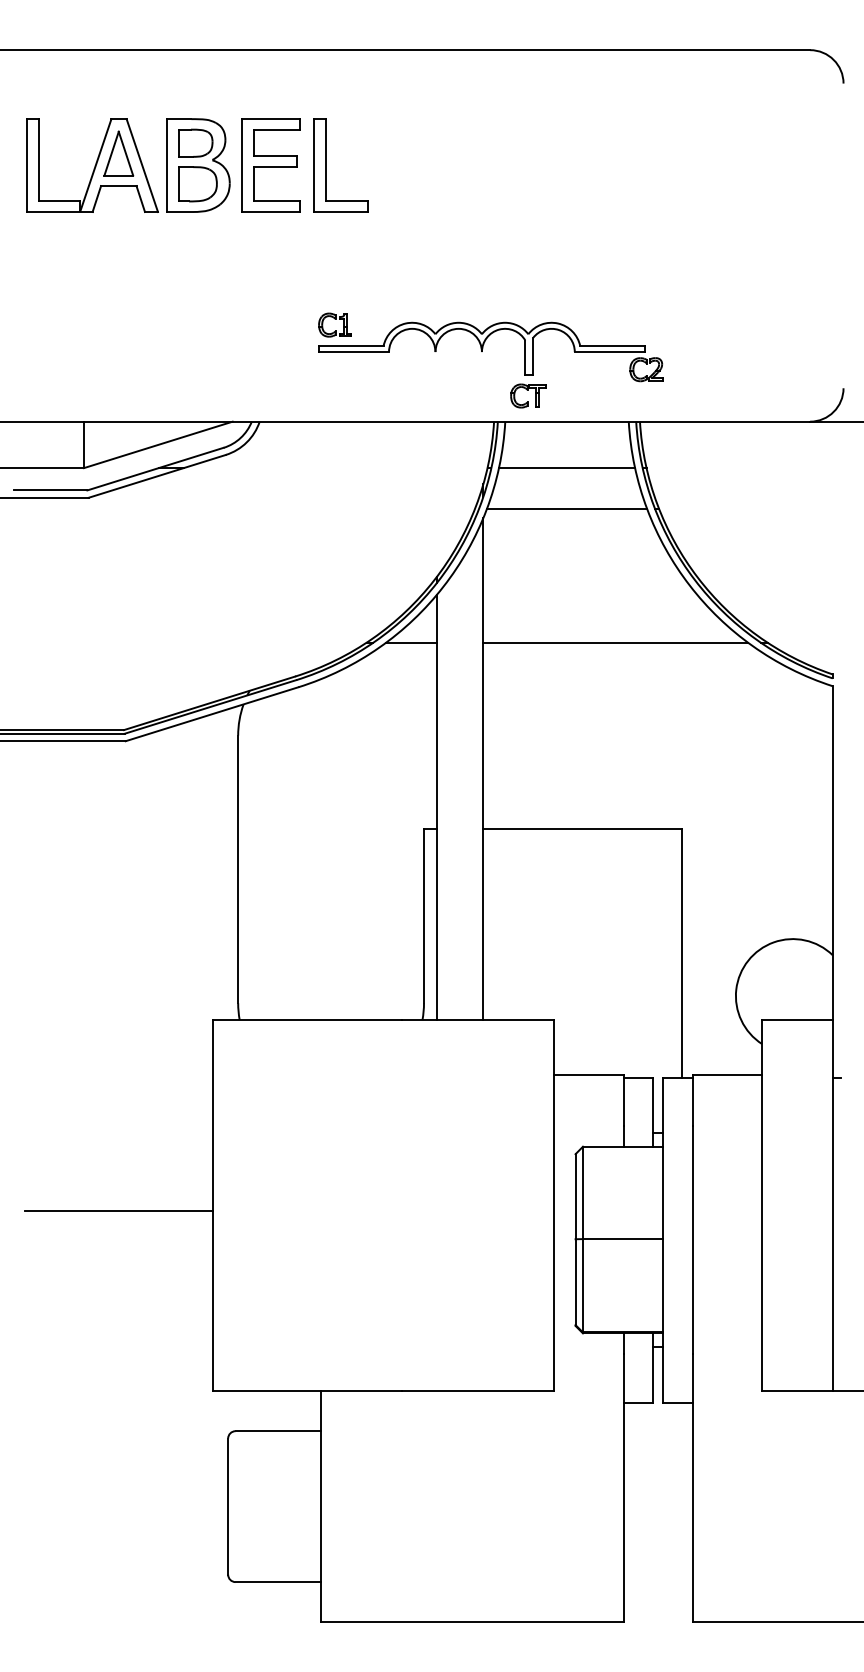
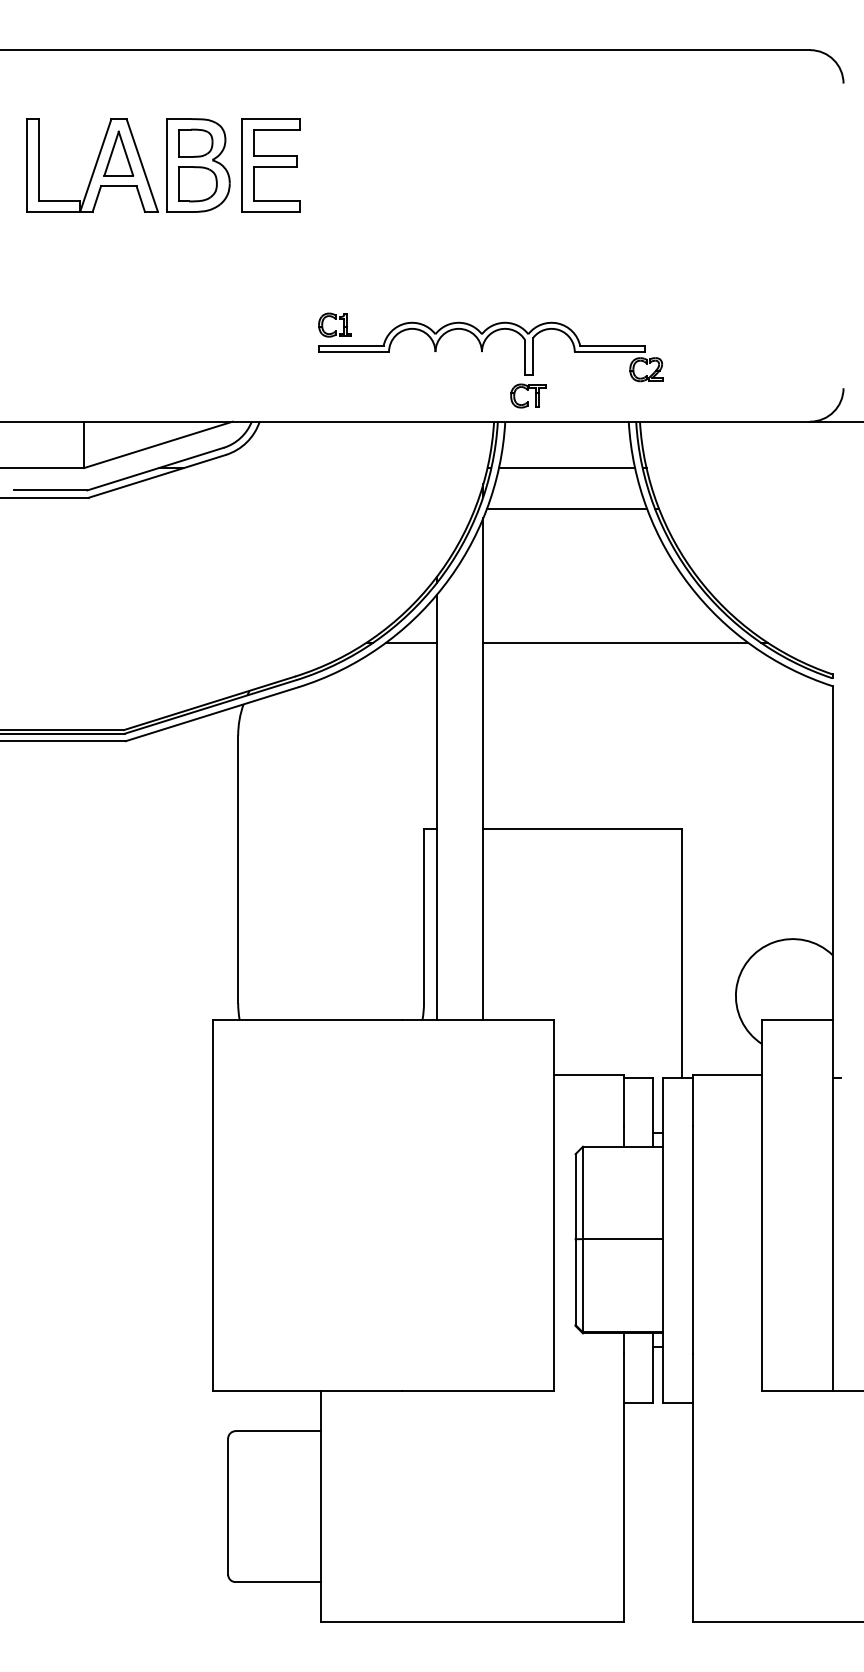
part at (326, 165): present -> none
line at (118, 1211): present -> none
